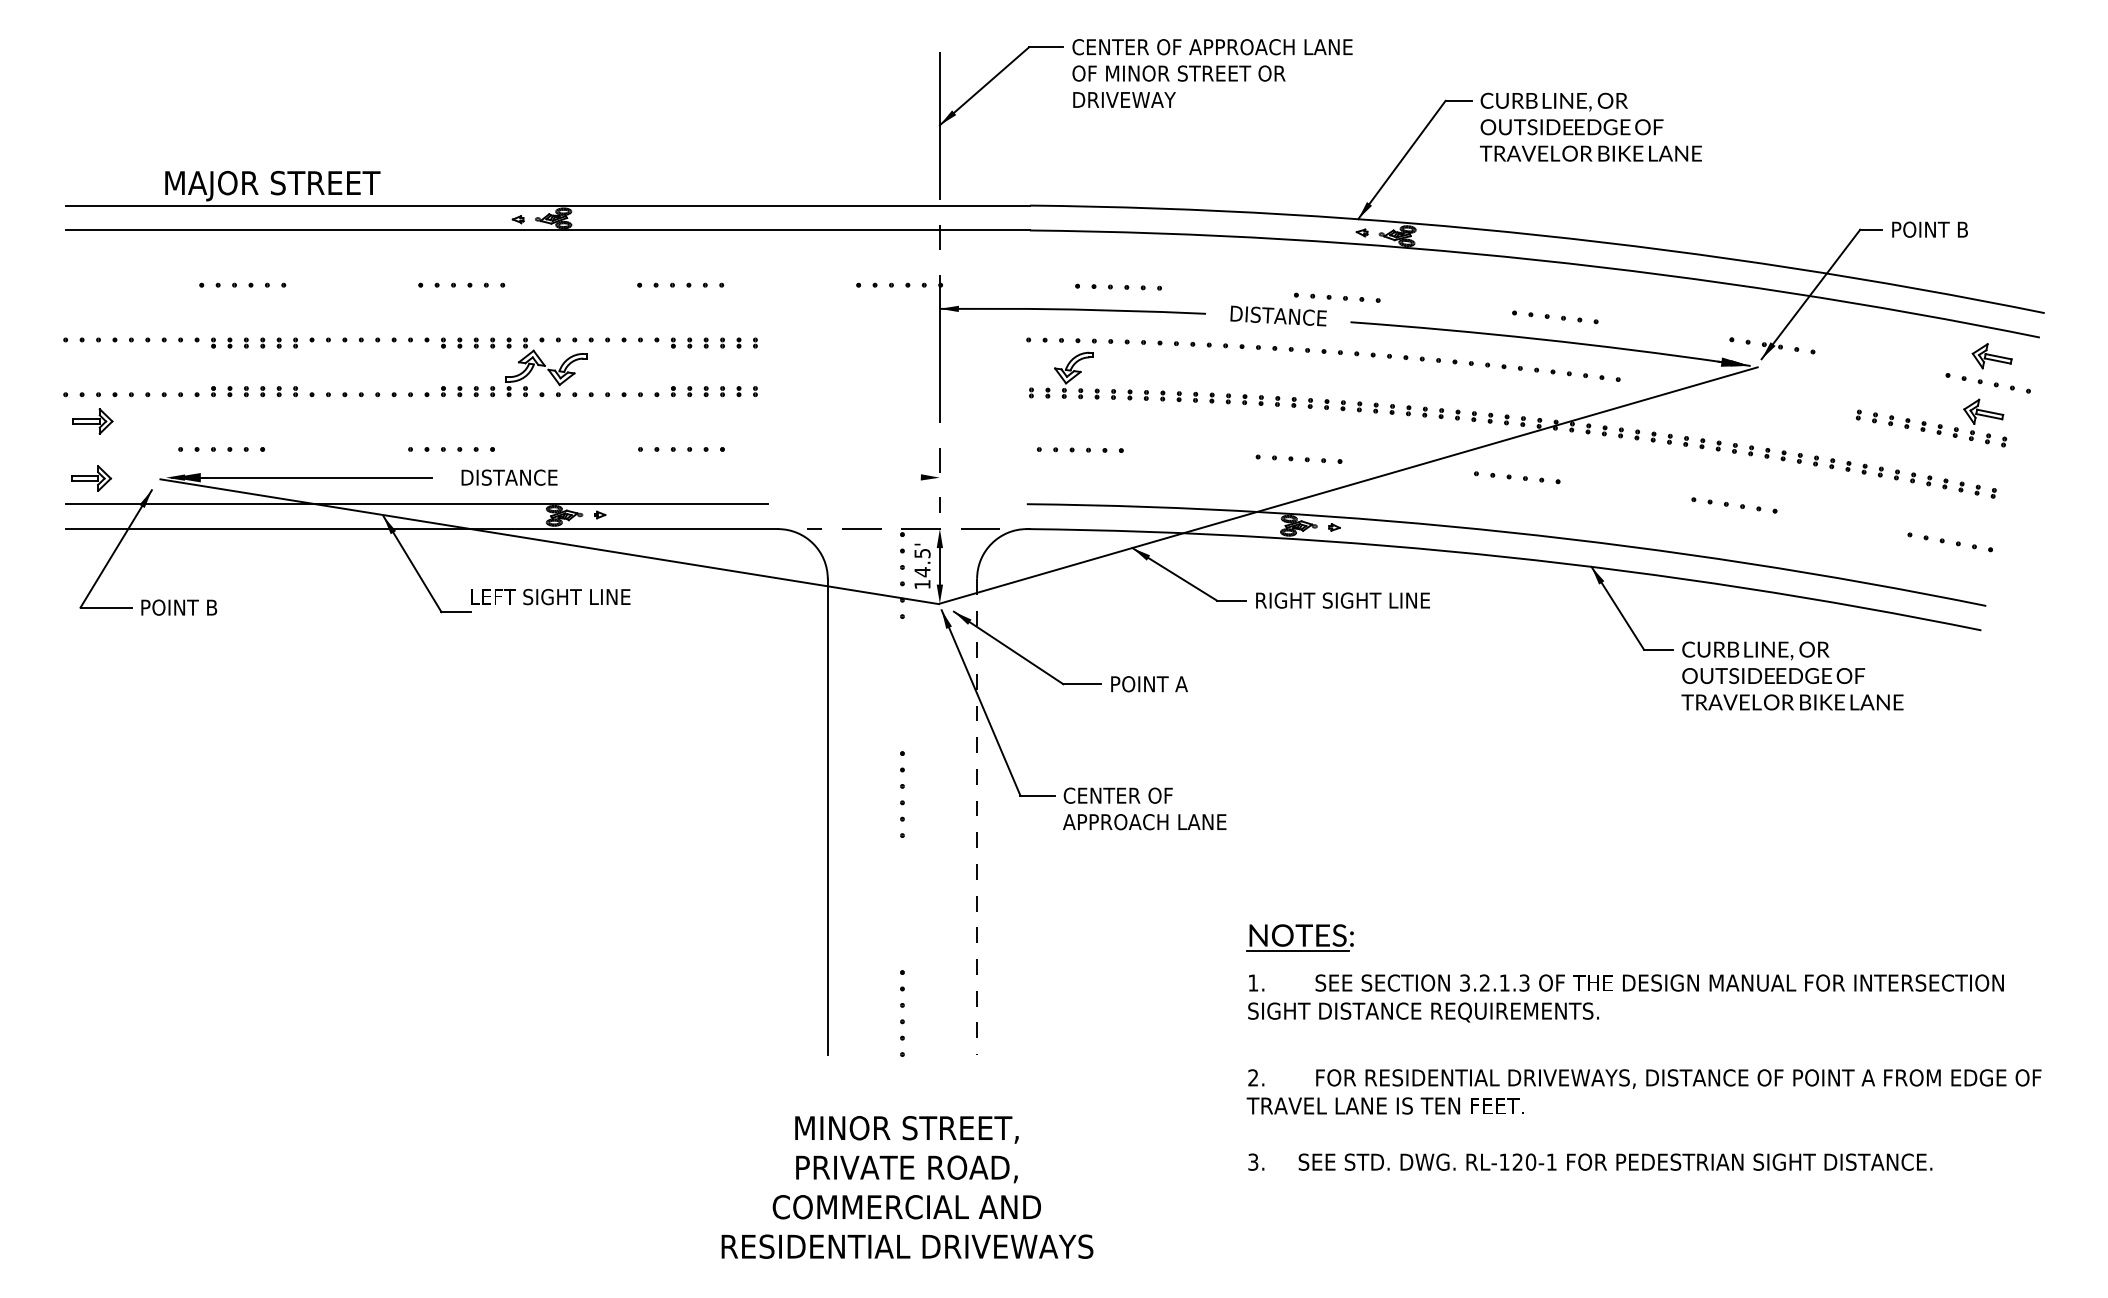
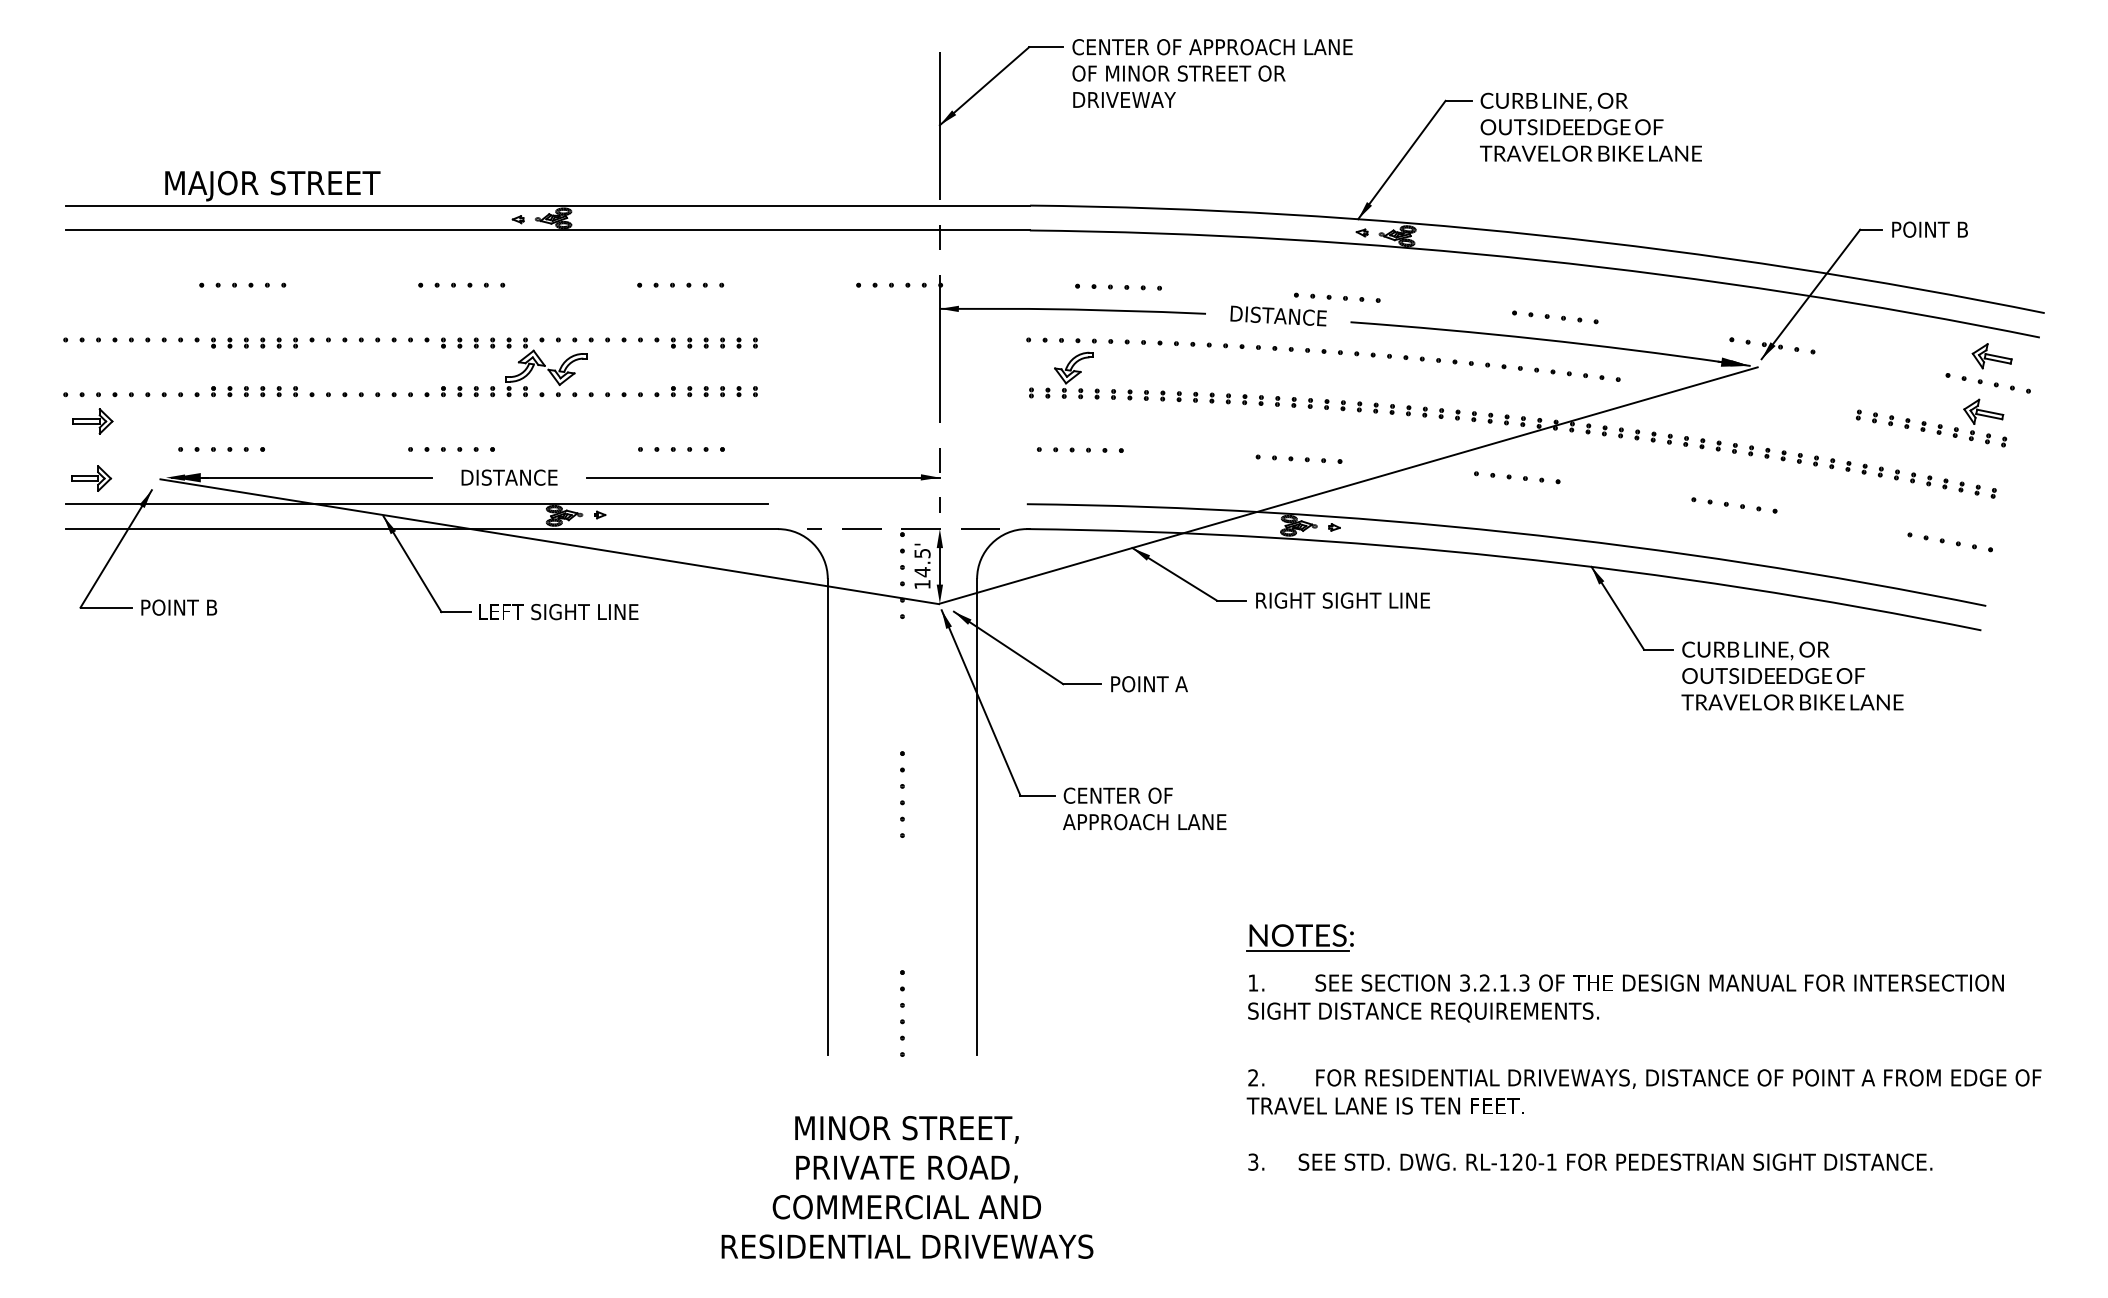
line at (762, 477): none -> present
text at (550, 597) position: (550, 597) -> (558, 612)
line at (977, 816): dashed -> solid
